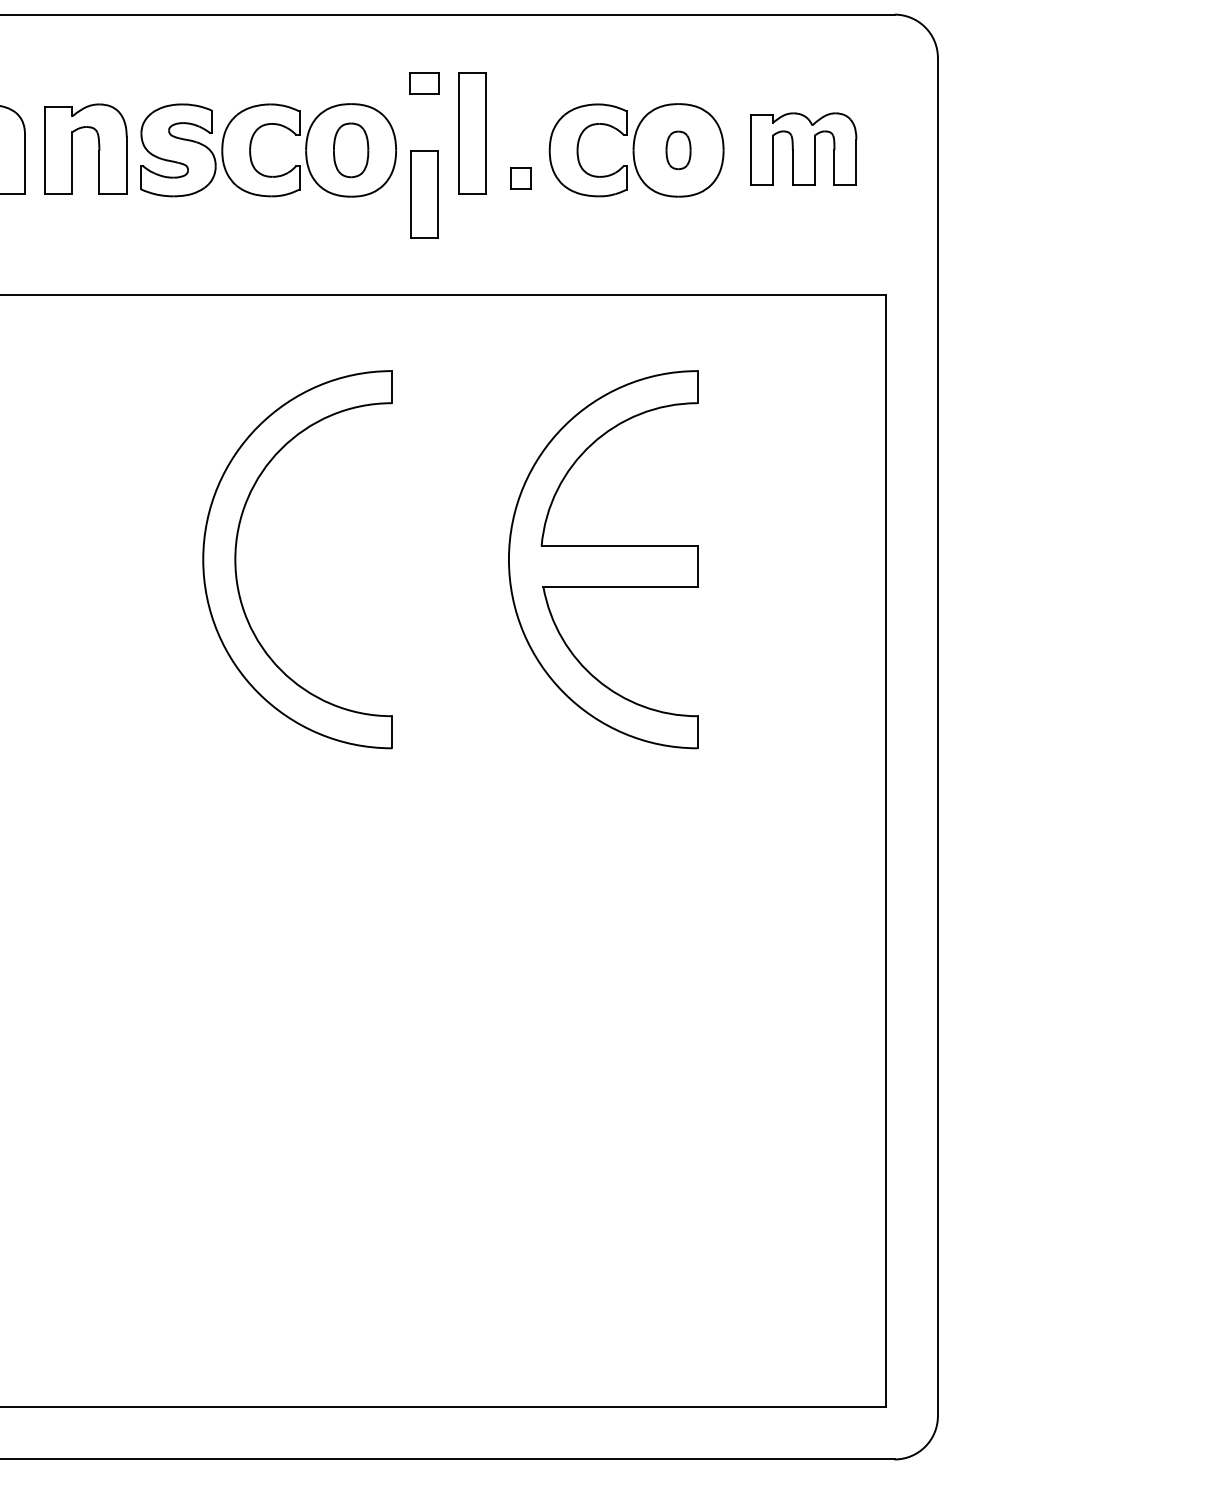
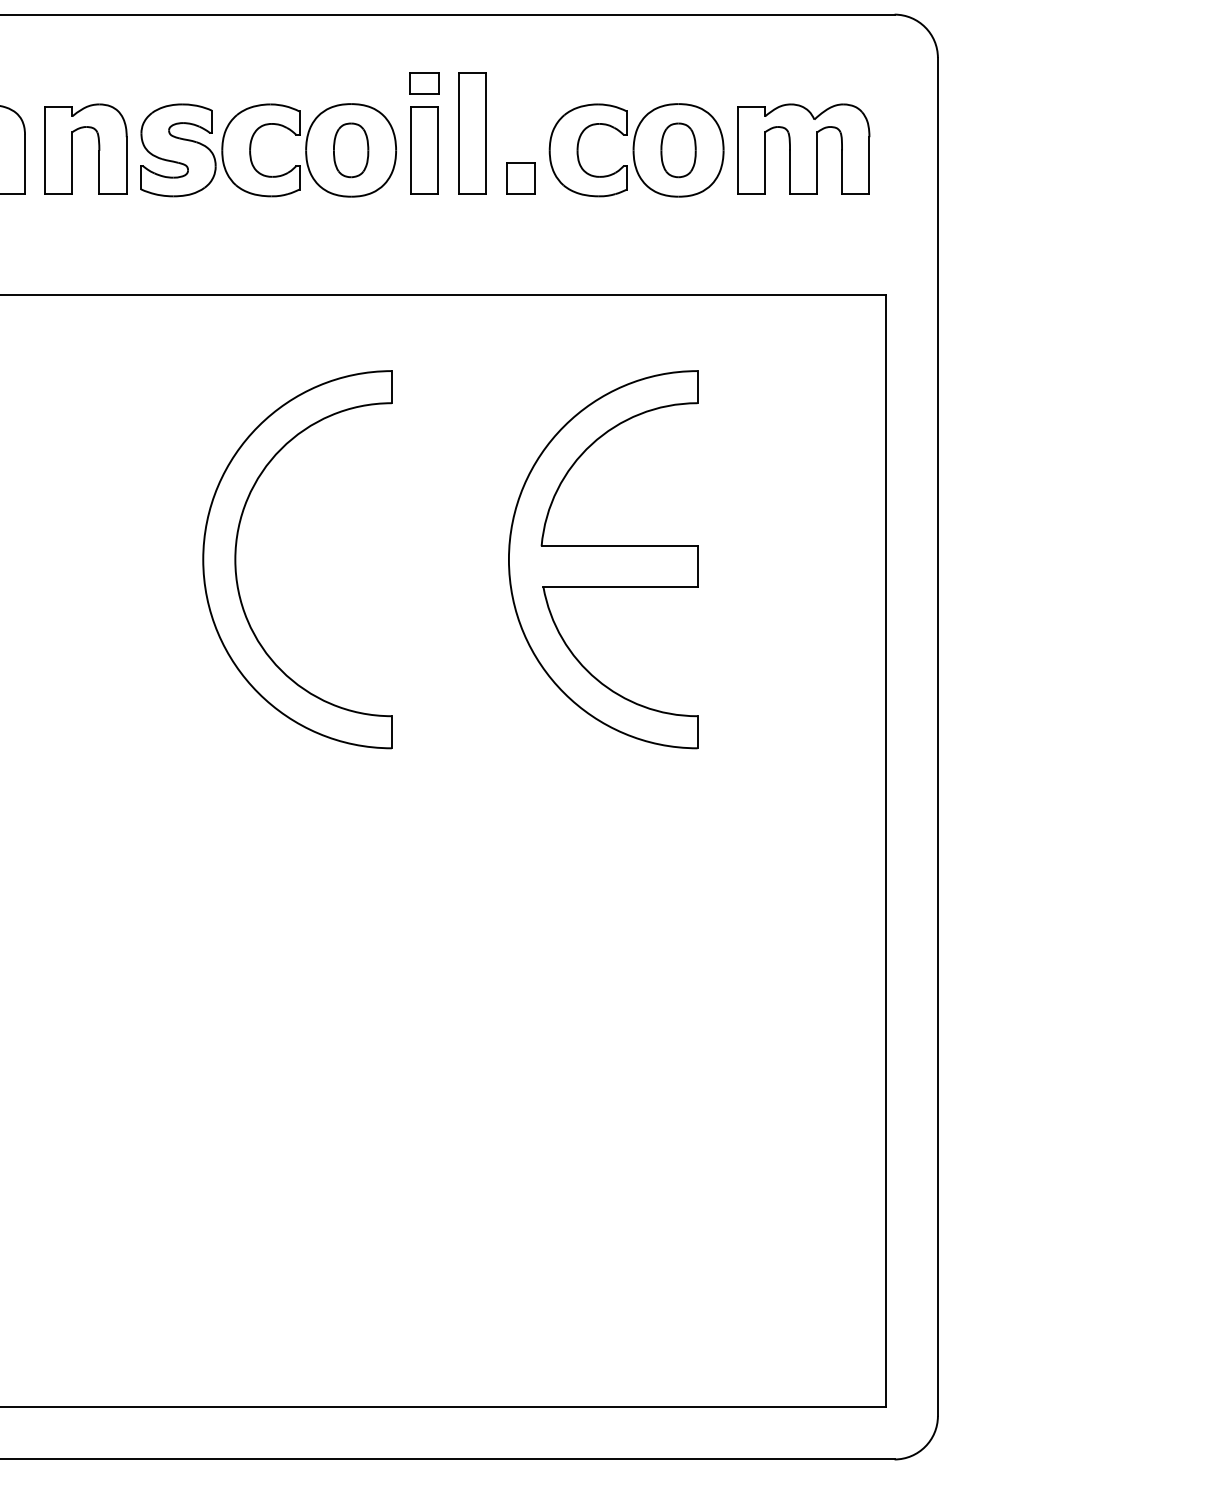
part at (803, 148) size: 108x74 px -> 134x92 px
part at (678, 150) size: 27x41 px -> 37x57 px
part at (520, 178) size: 22x23 px -> 30x33 px
part at (424, 194) position: (424, 194) -> (424, 150)
